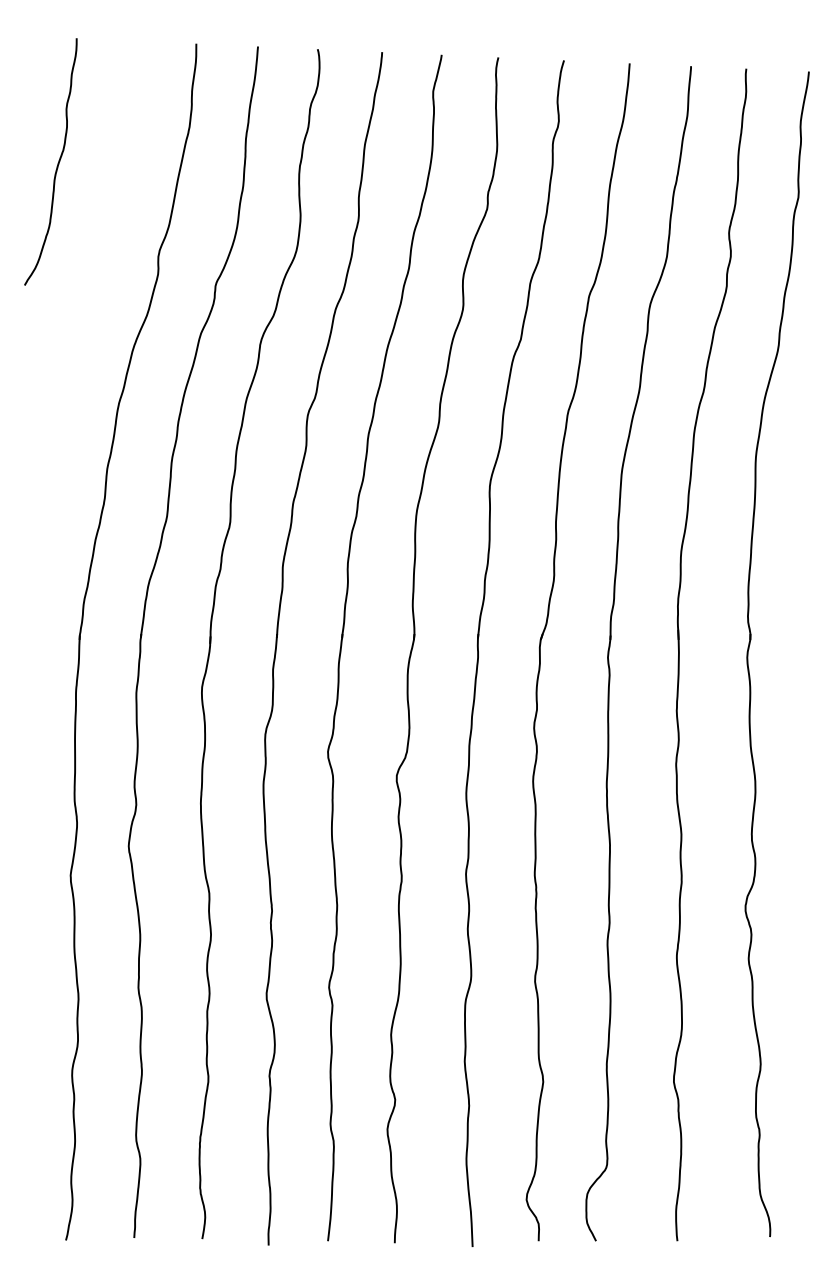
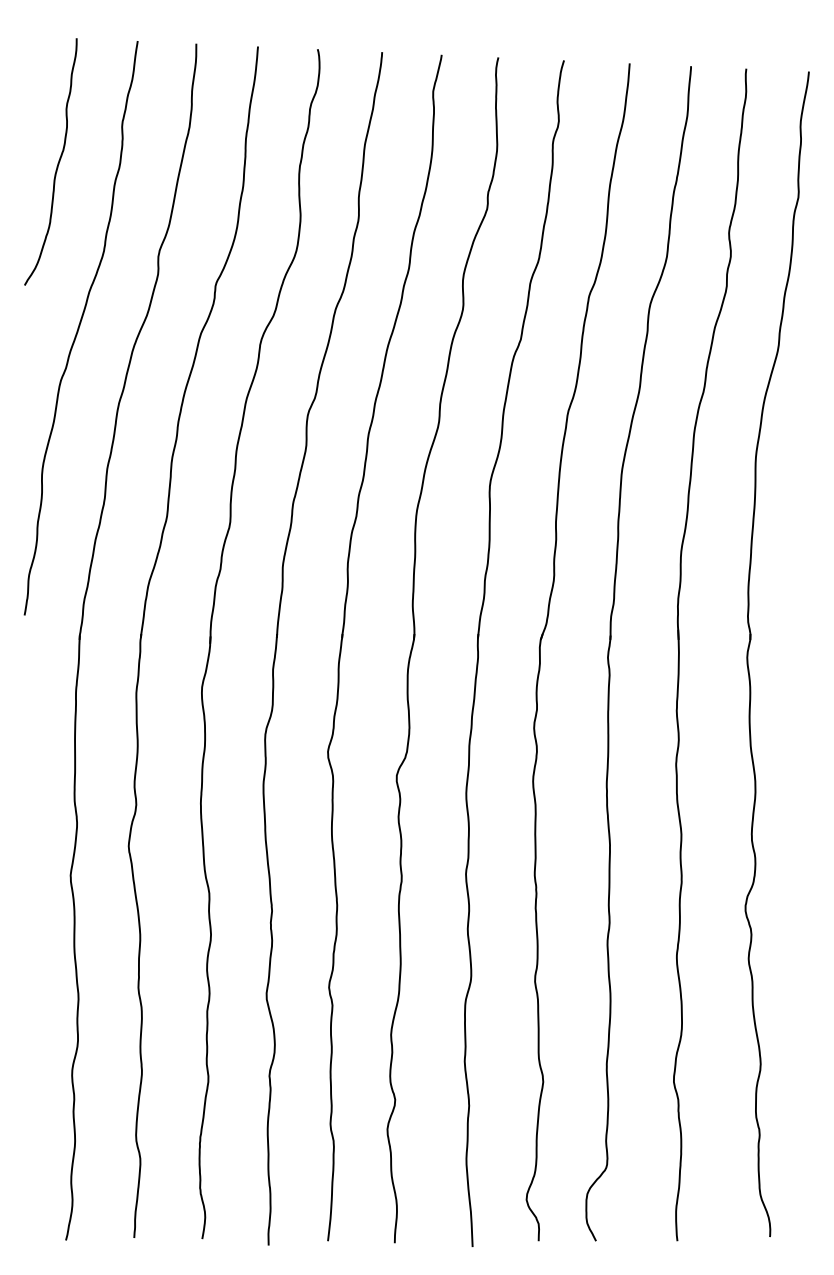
curve at (79, 328): none -> present
